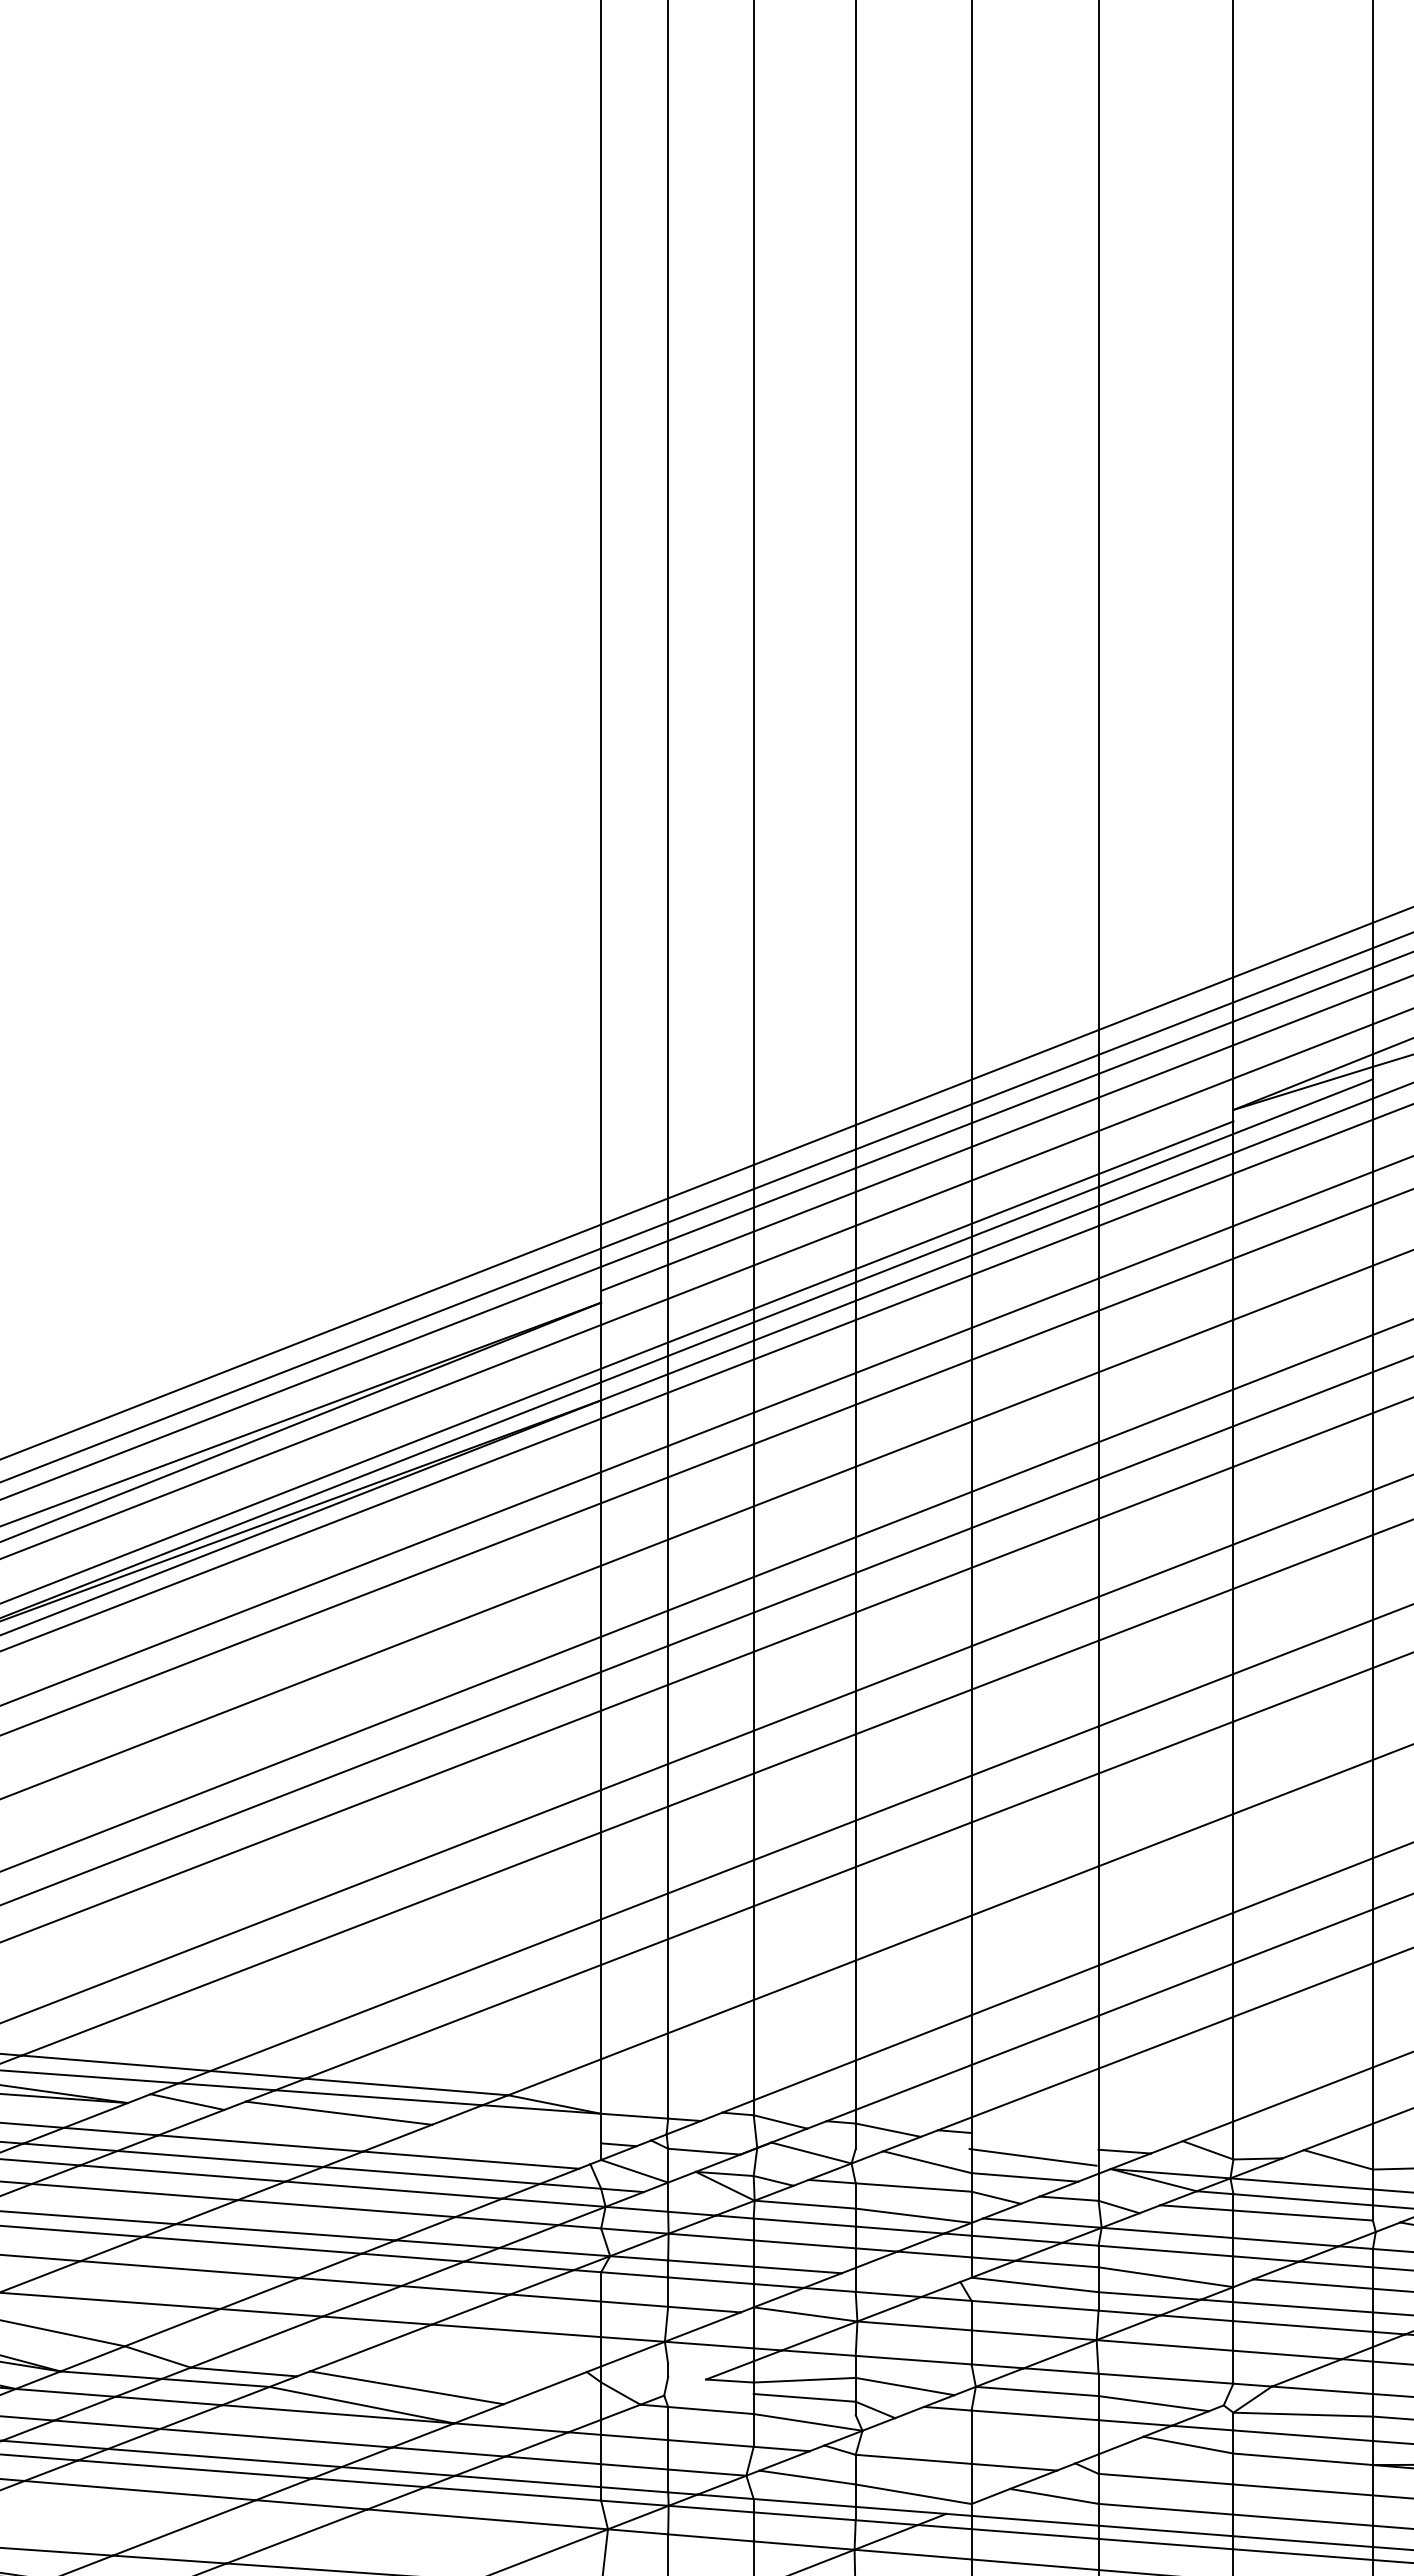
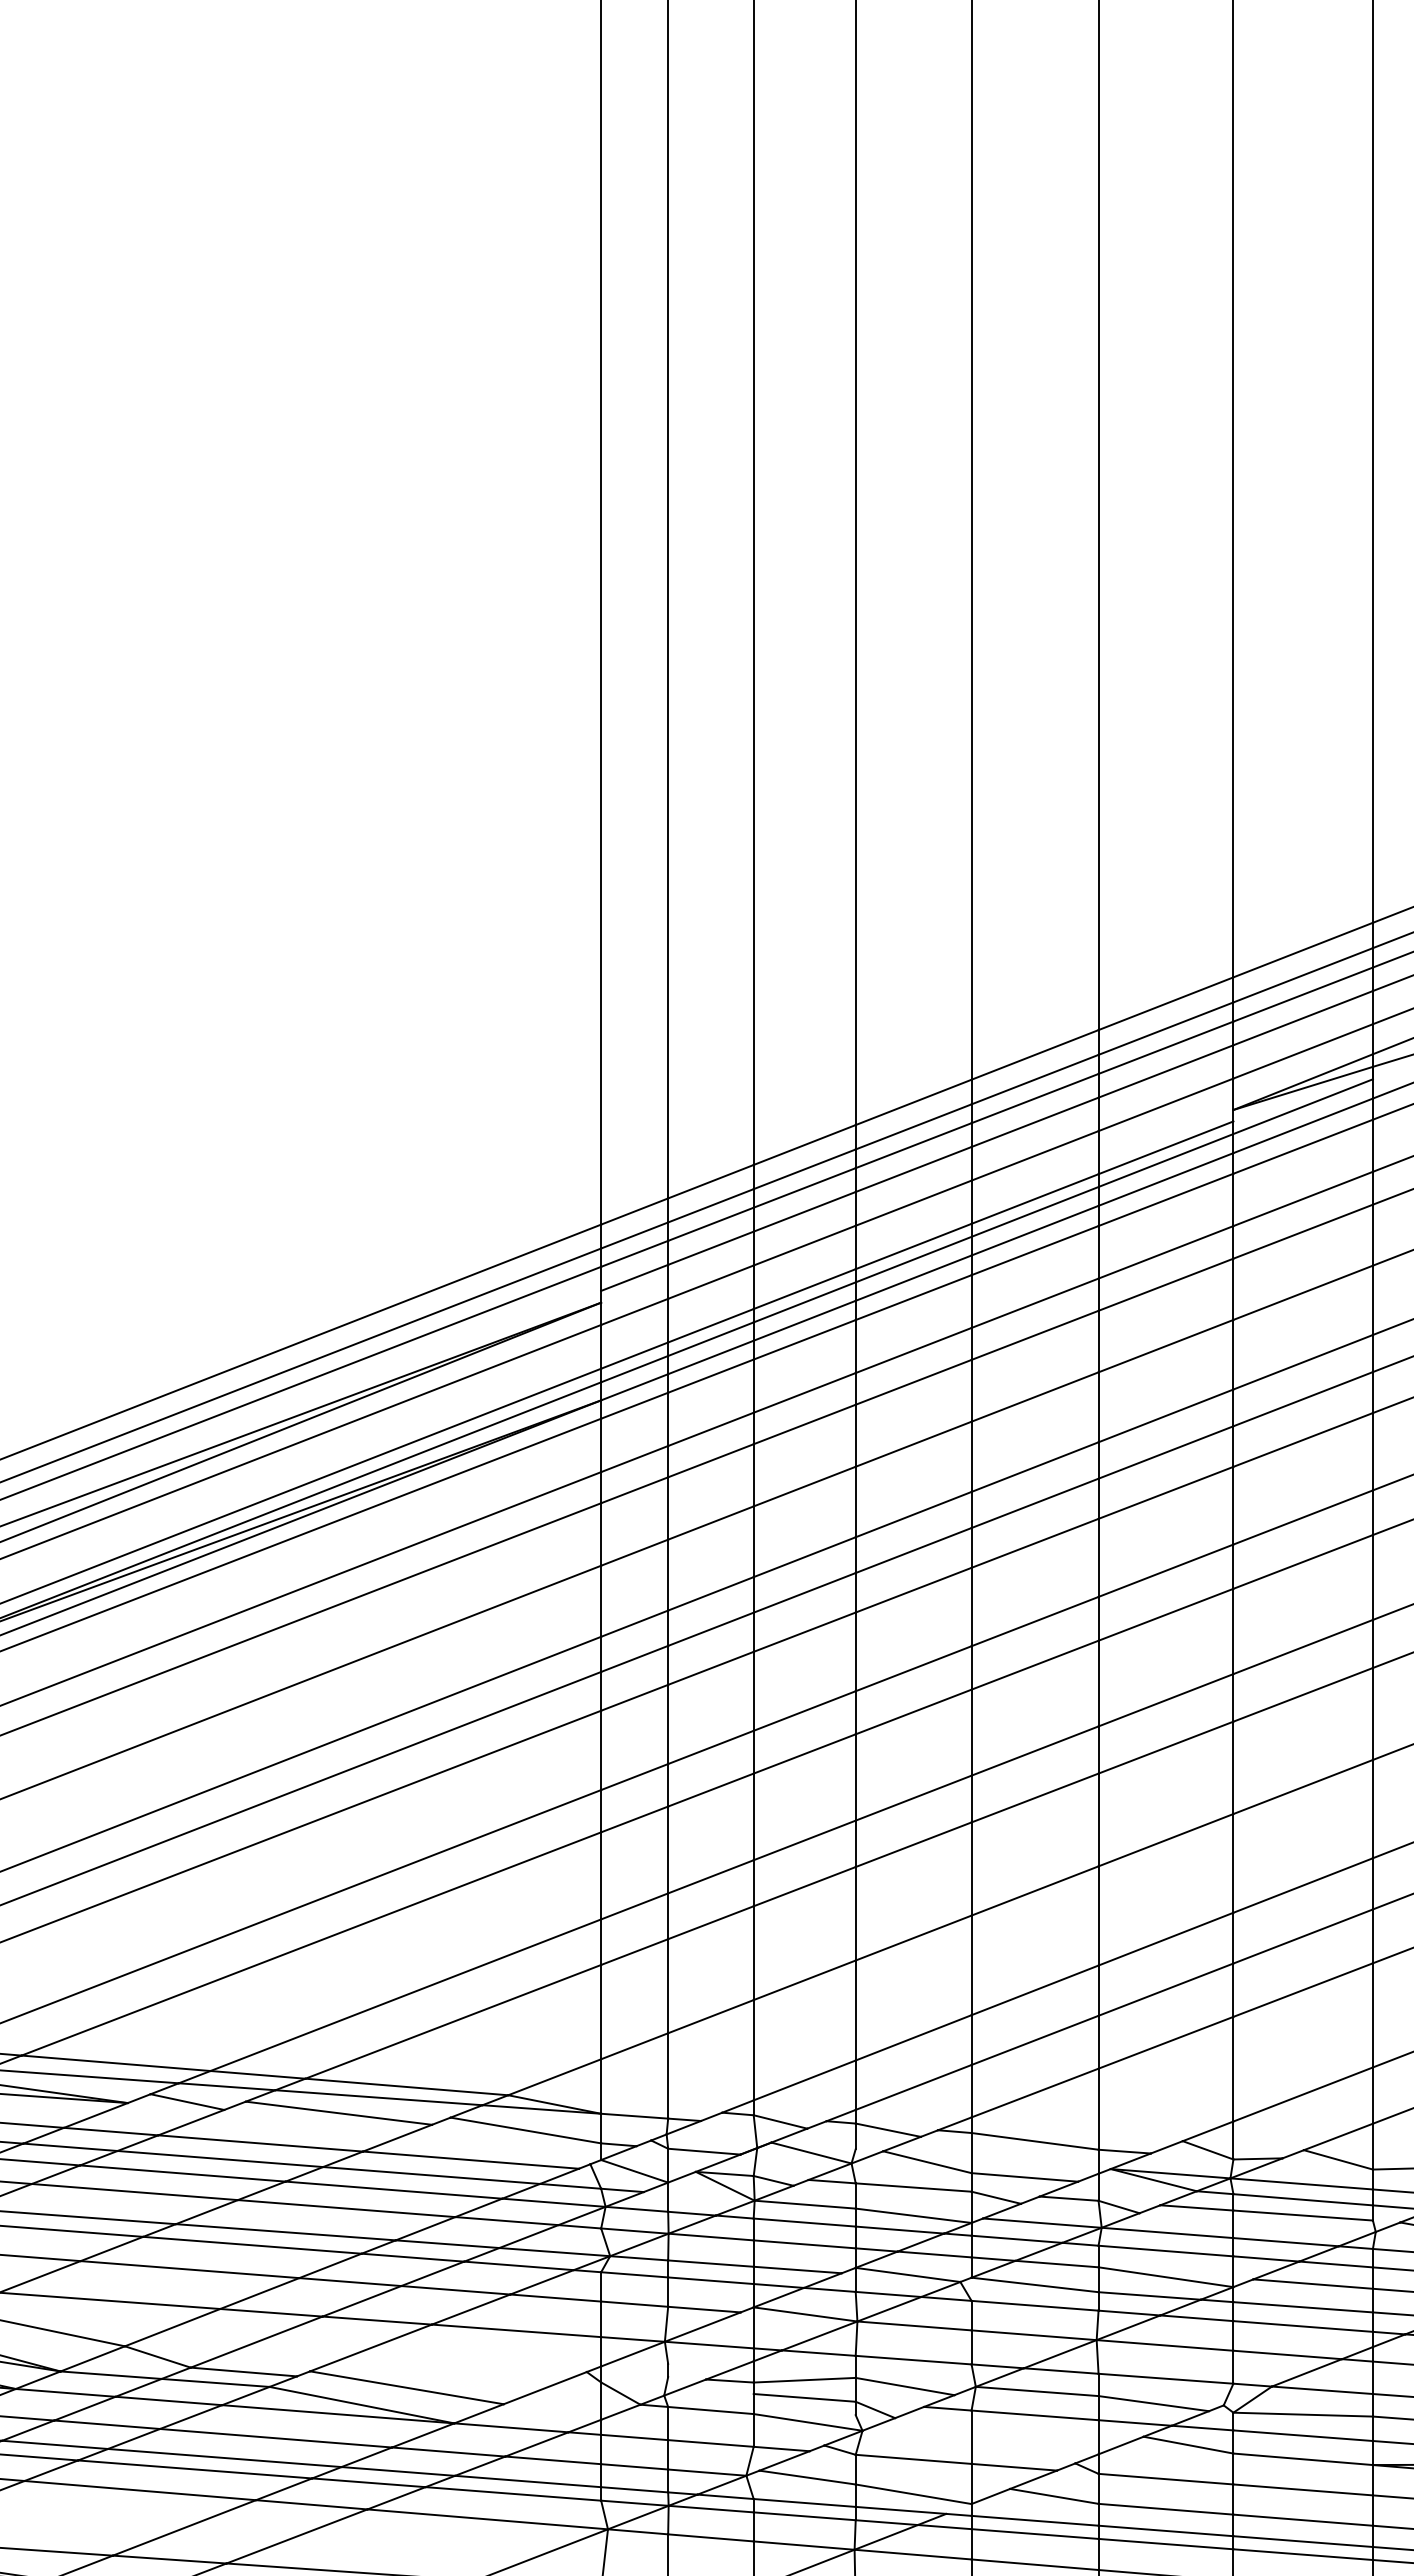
line at (525, 2130): none -> present
line at (1032, 2157) position: (1032, 2157) -> (1034, 2141)
line at (907, 2274): none -> present
line at (685, 2387): none -> present
